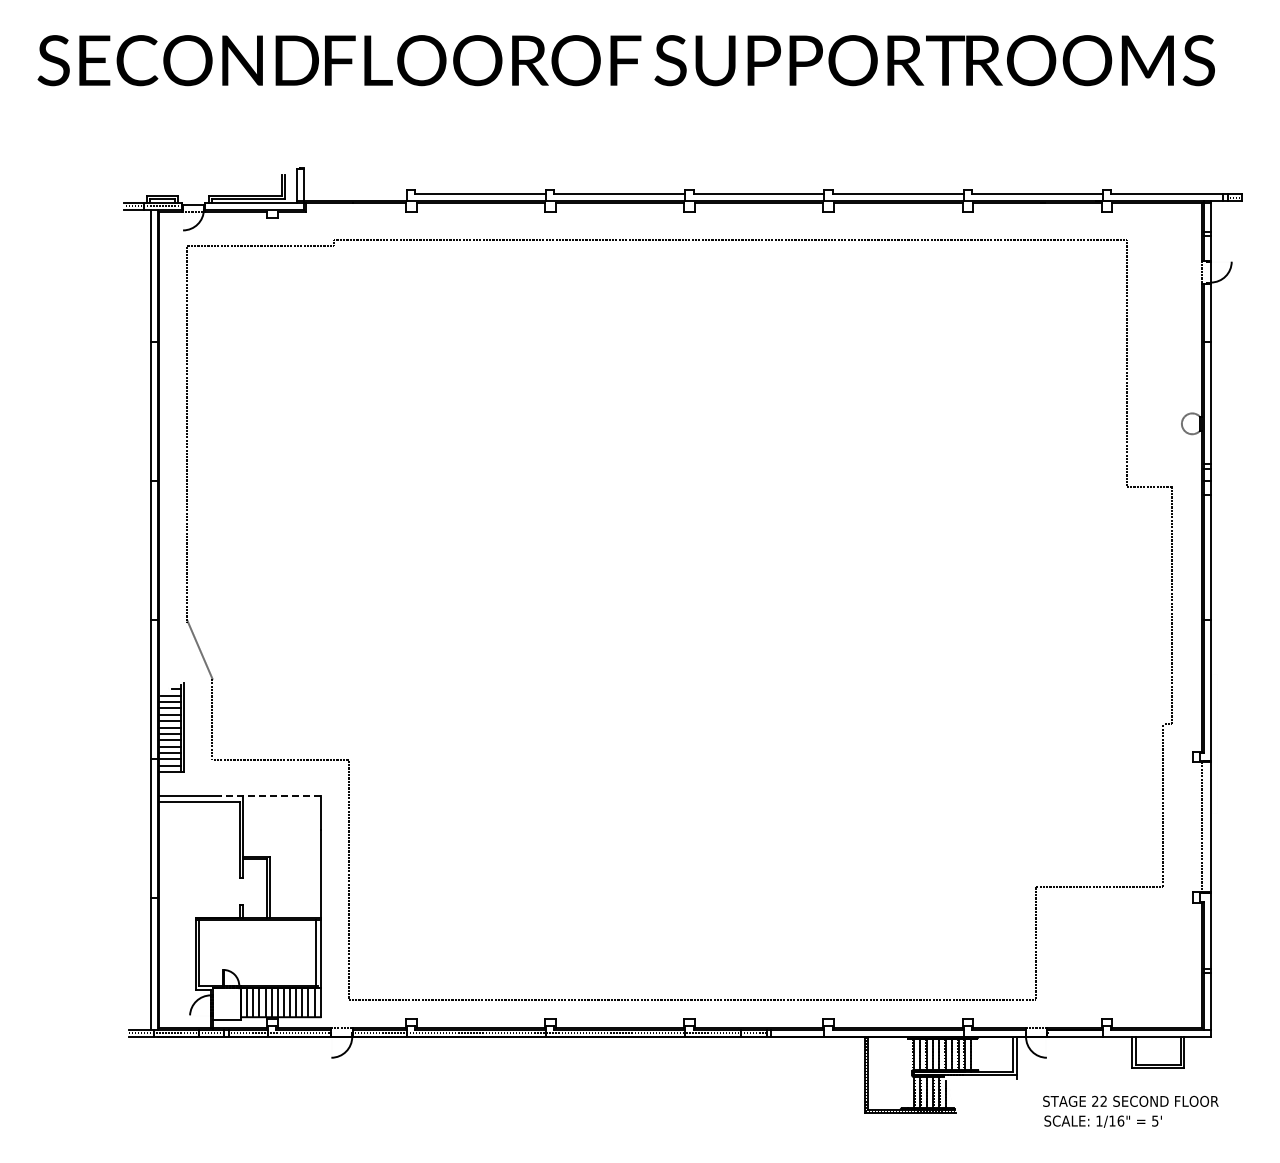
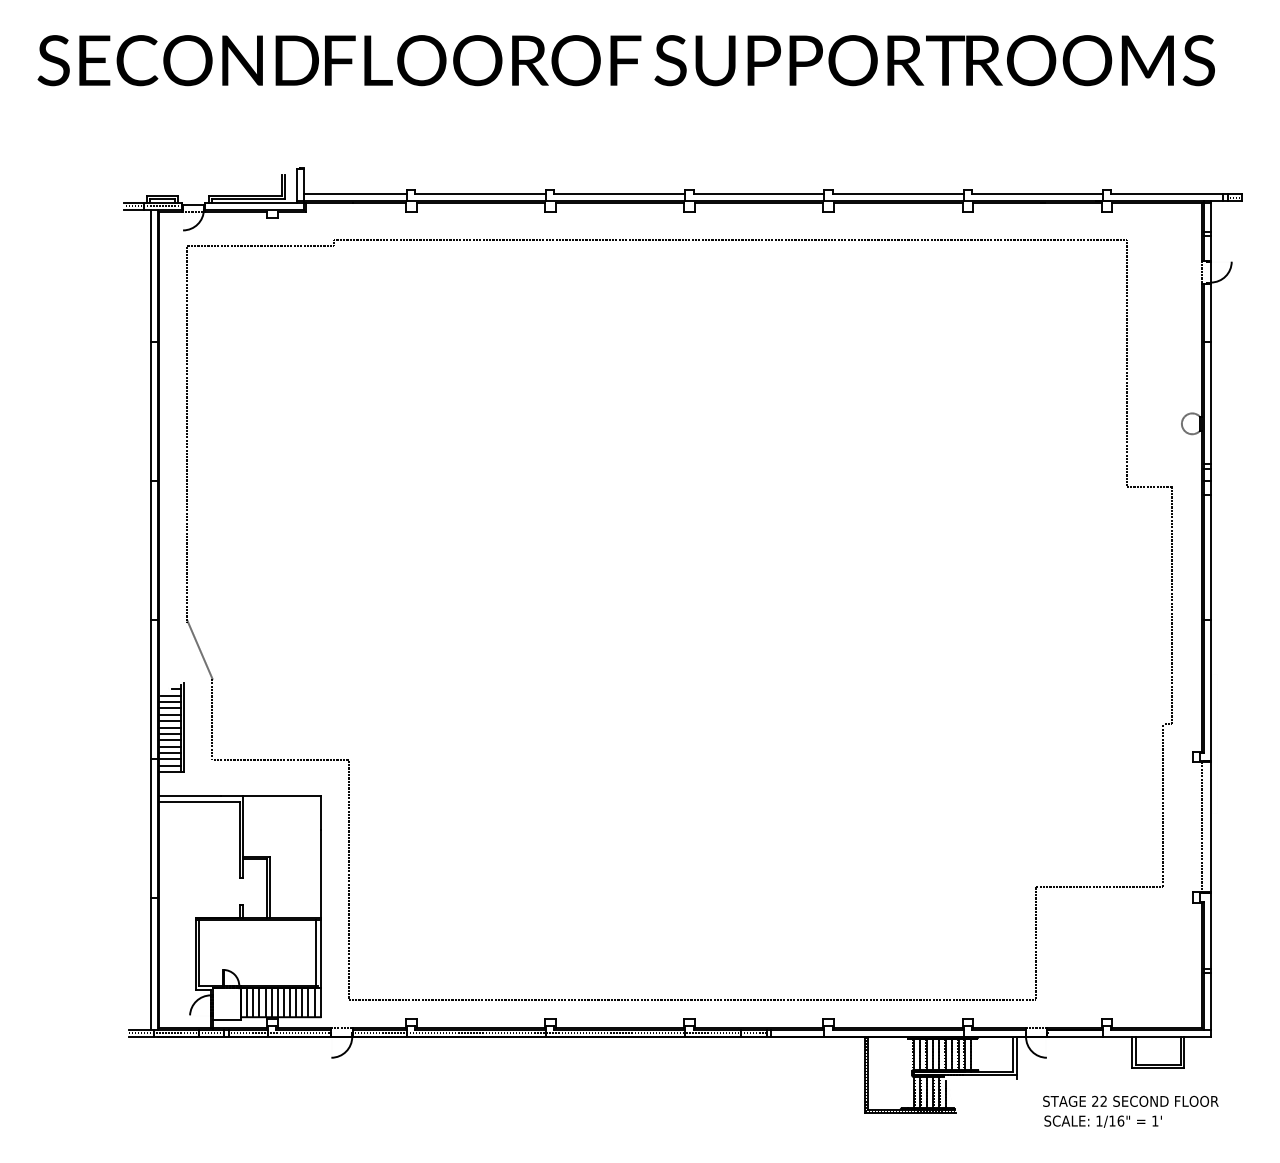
line at (355, 194): none -> present
line at (270, 795): dashed -> solid
text at (1155, 1120): 5' -> 1'
